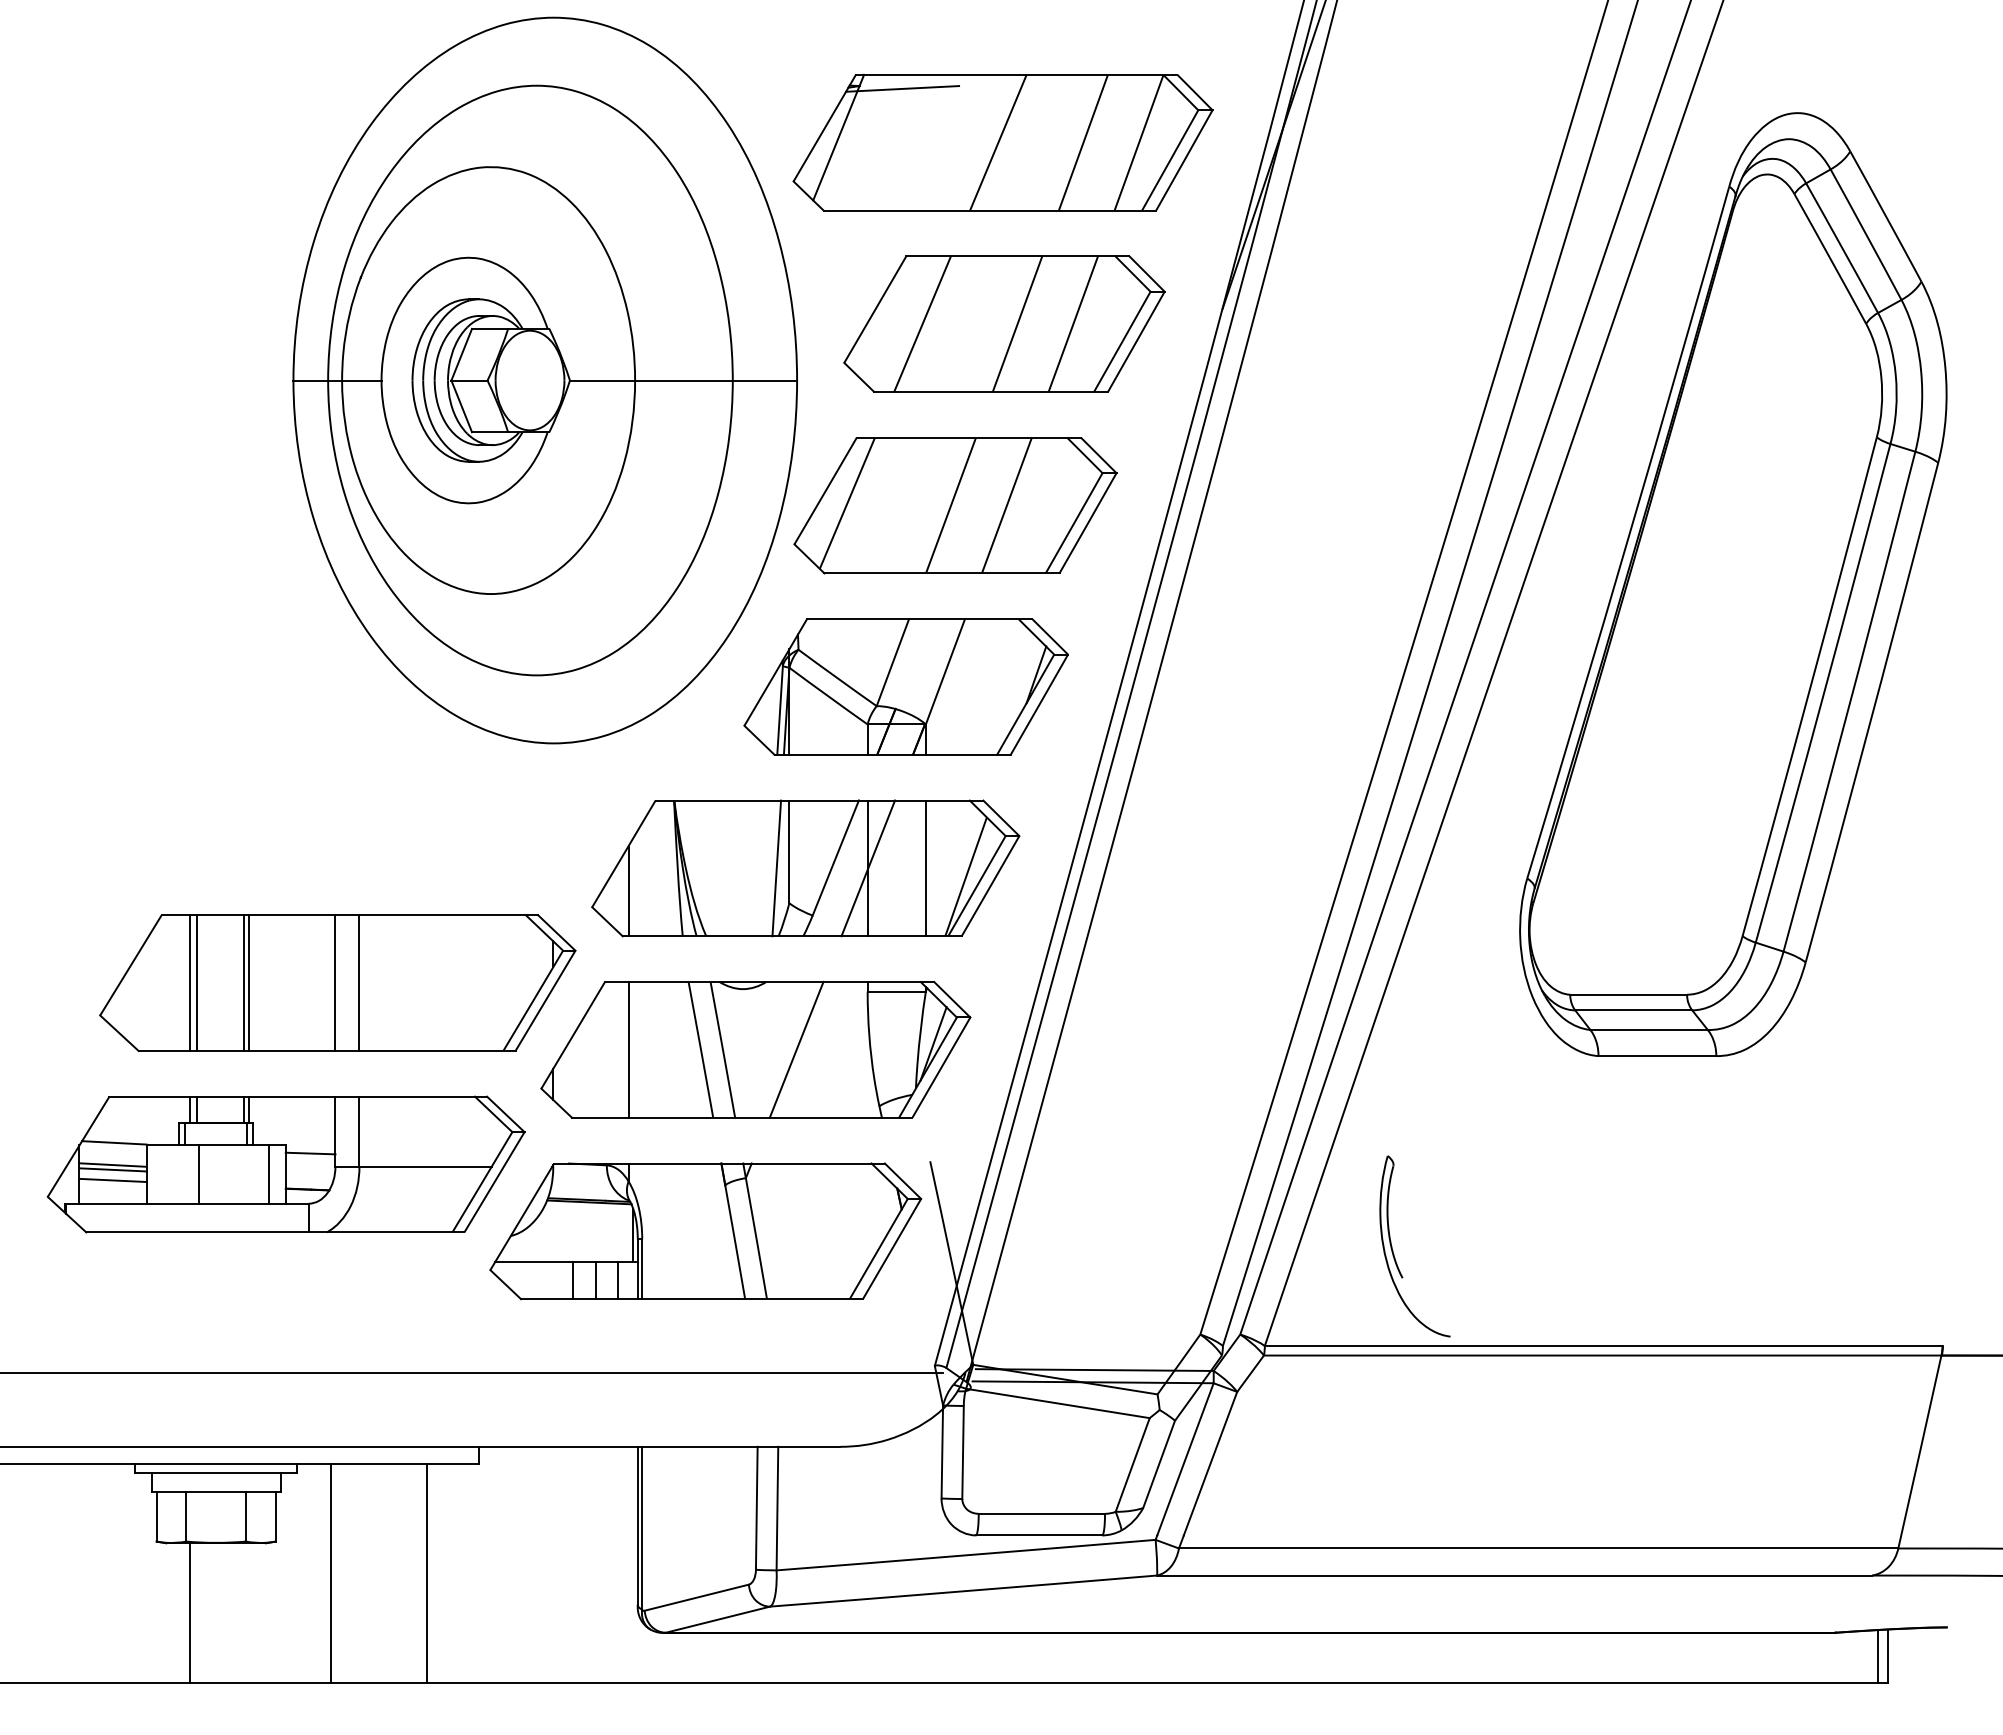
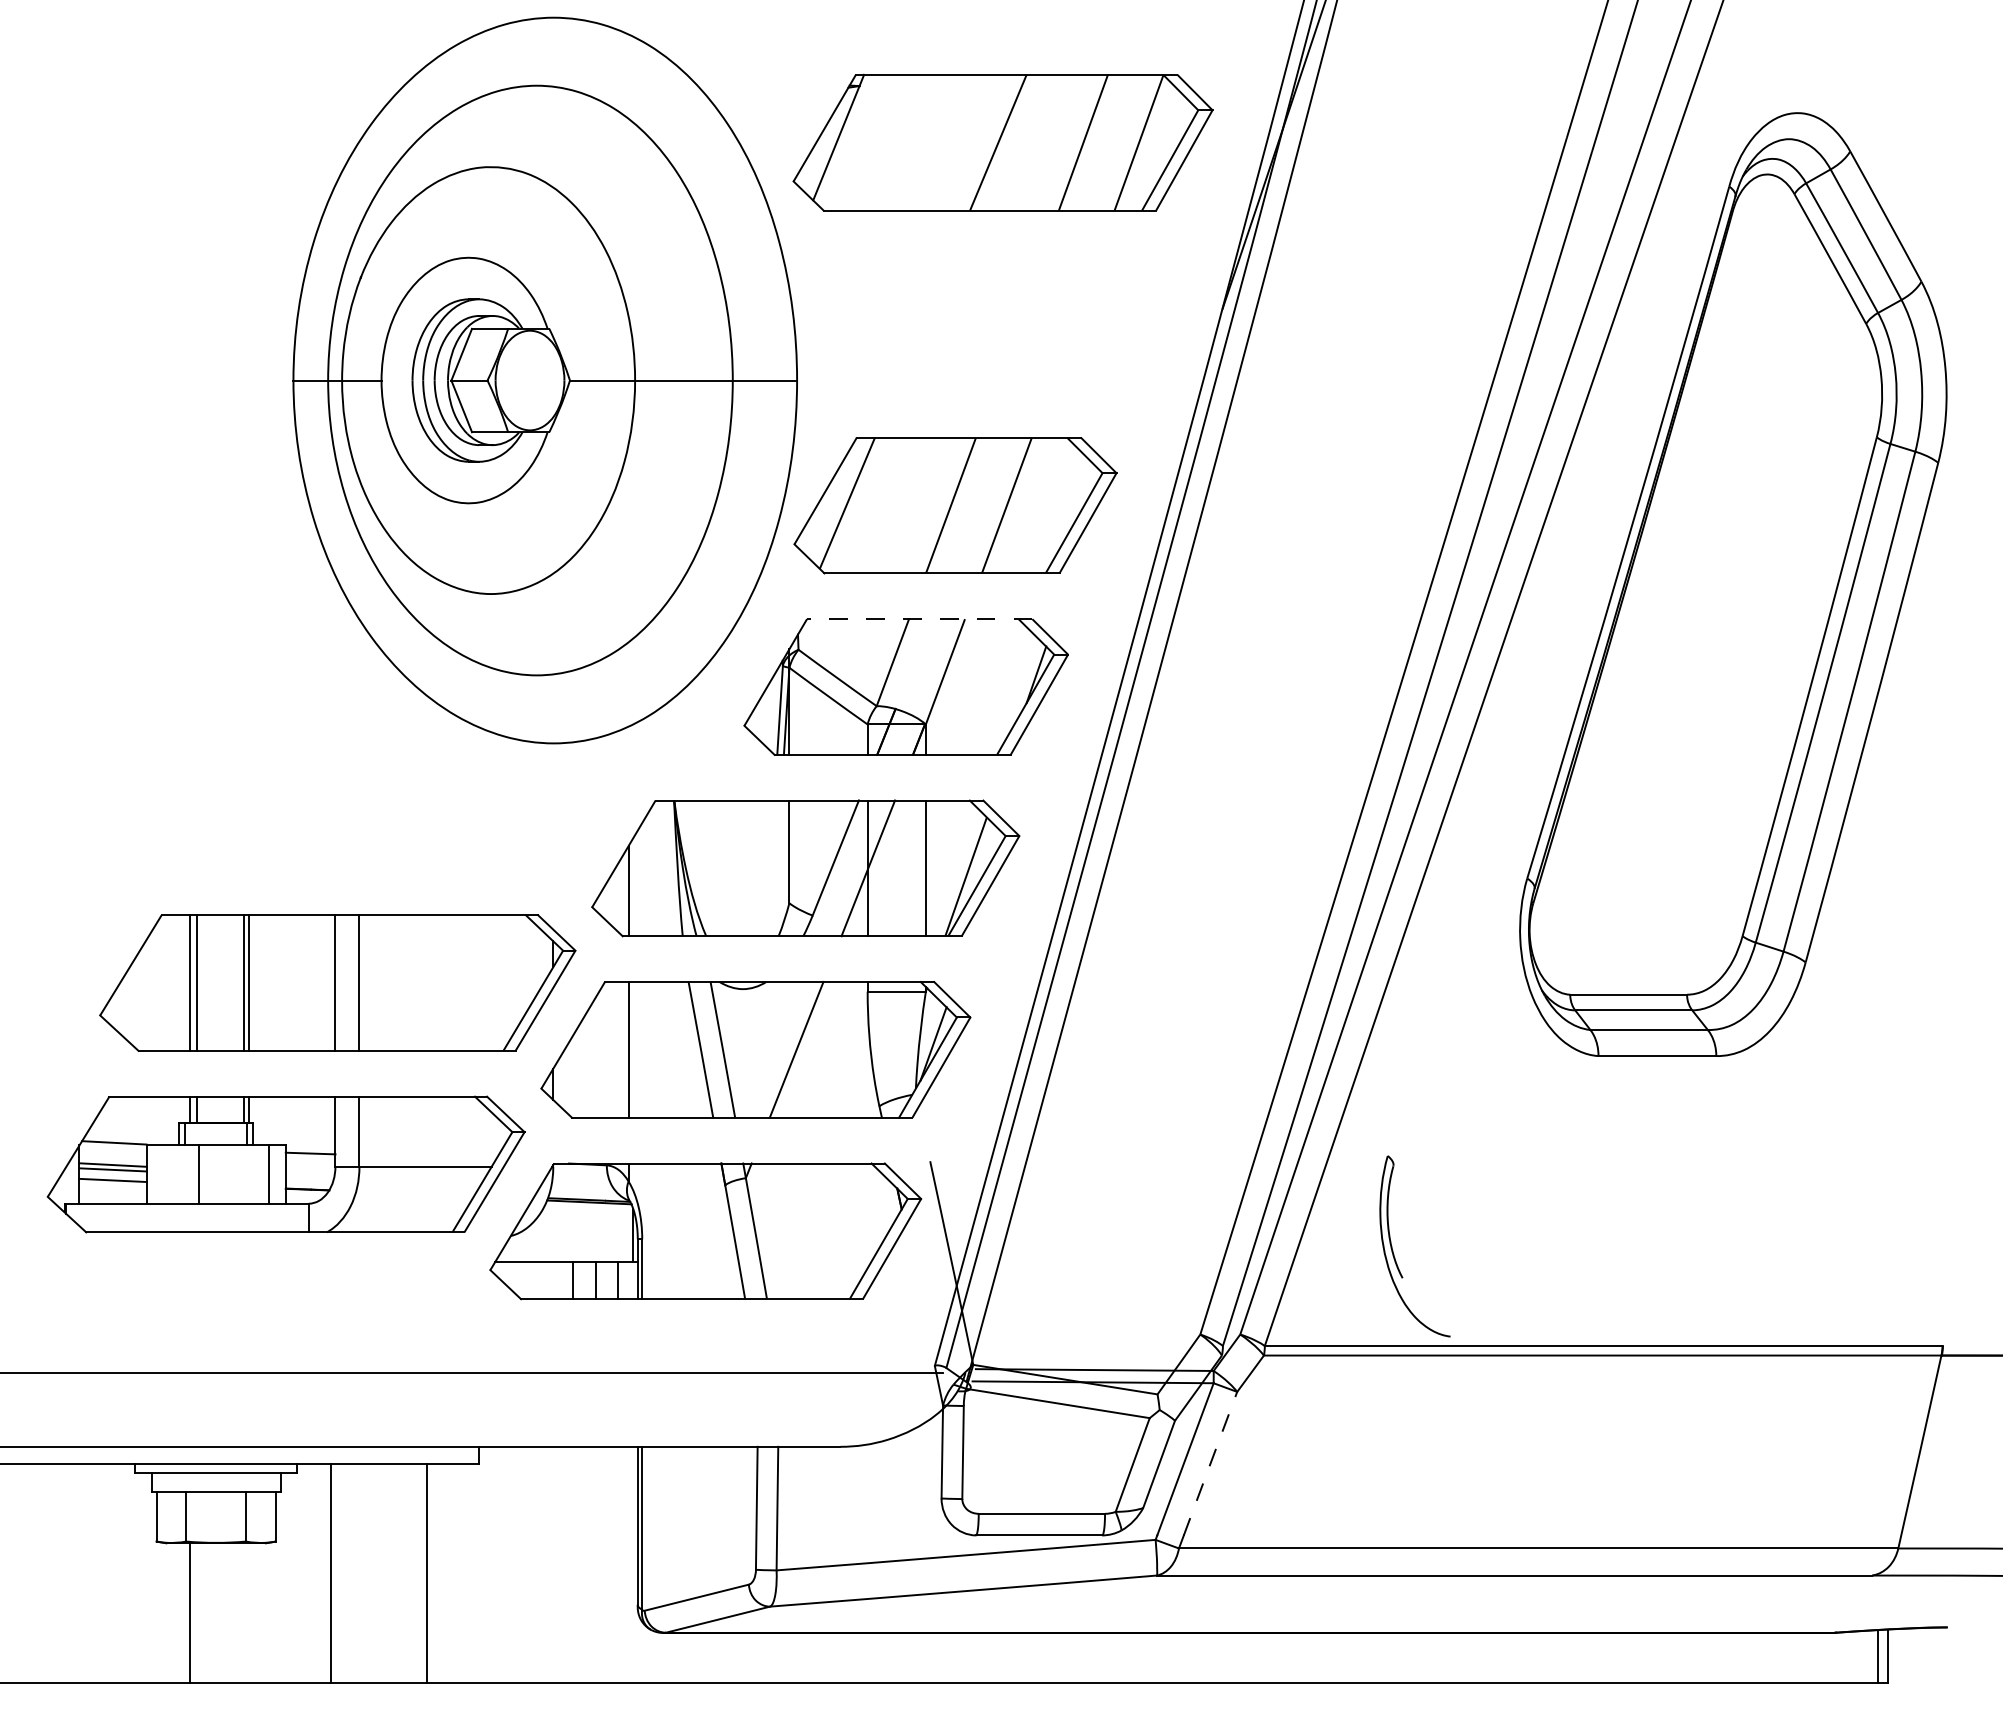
line at (902, 88): present -> none
part at (1004, 323): present -> none
line at (919, 619): solid -> dashed
line at (776, 868): present -> none
line at (1210, 1463): solid -> dashed
